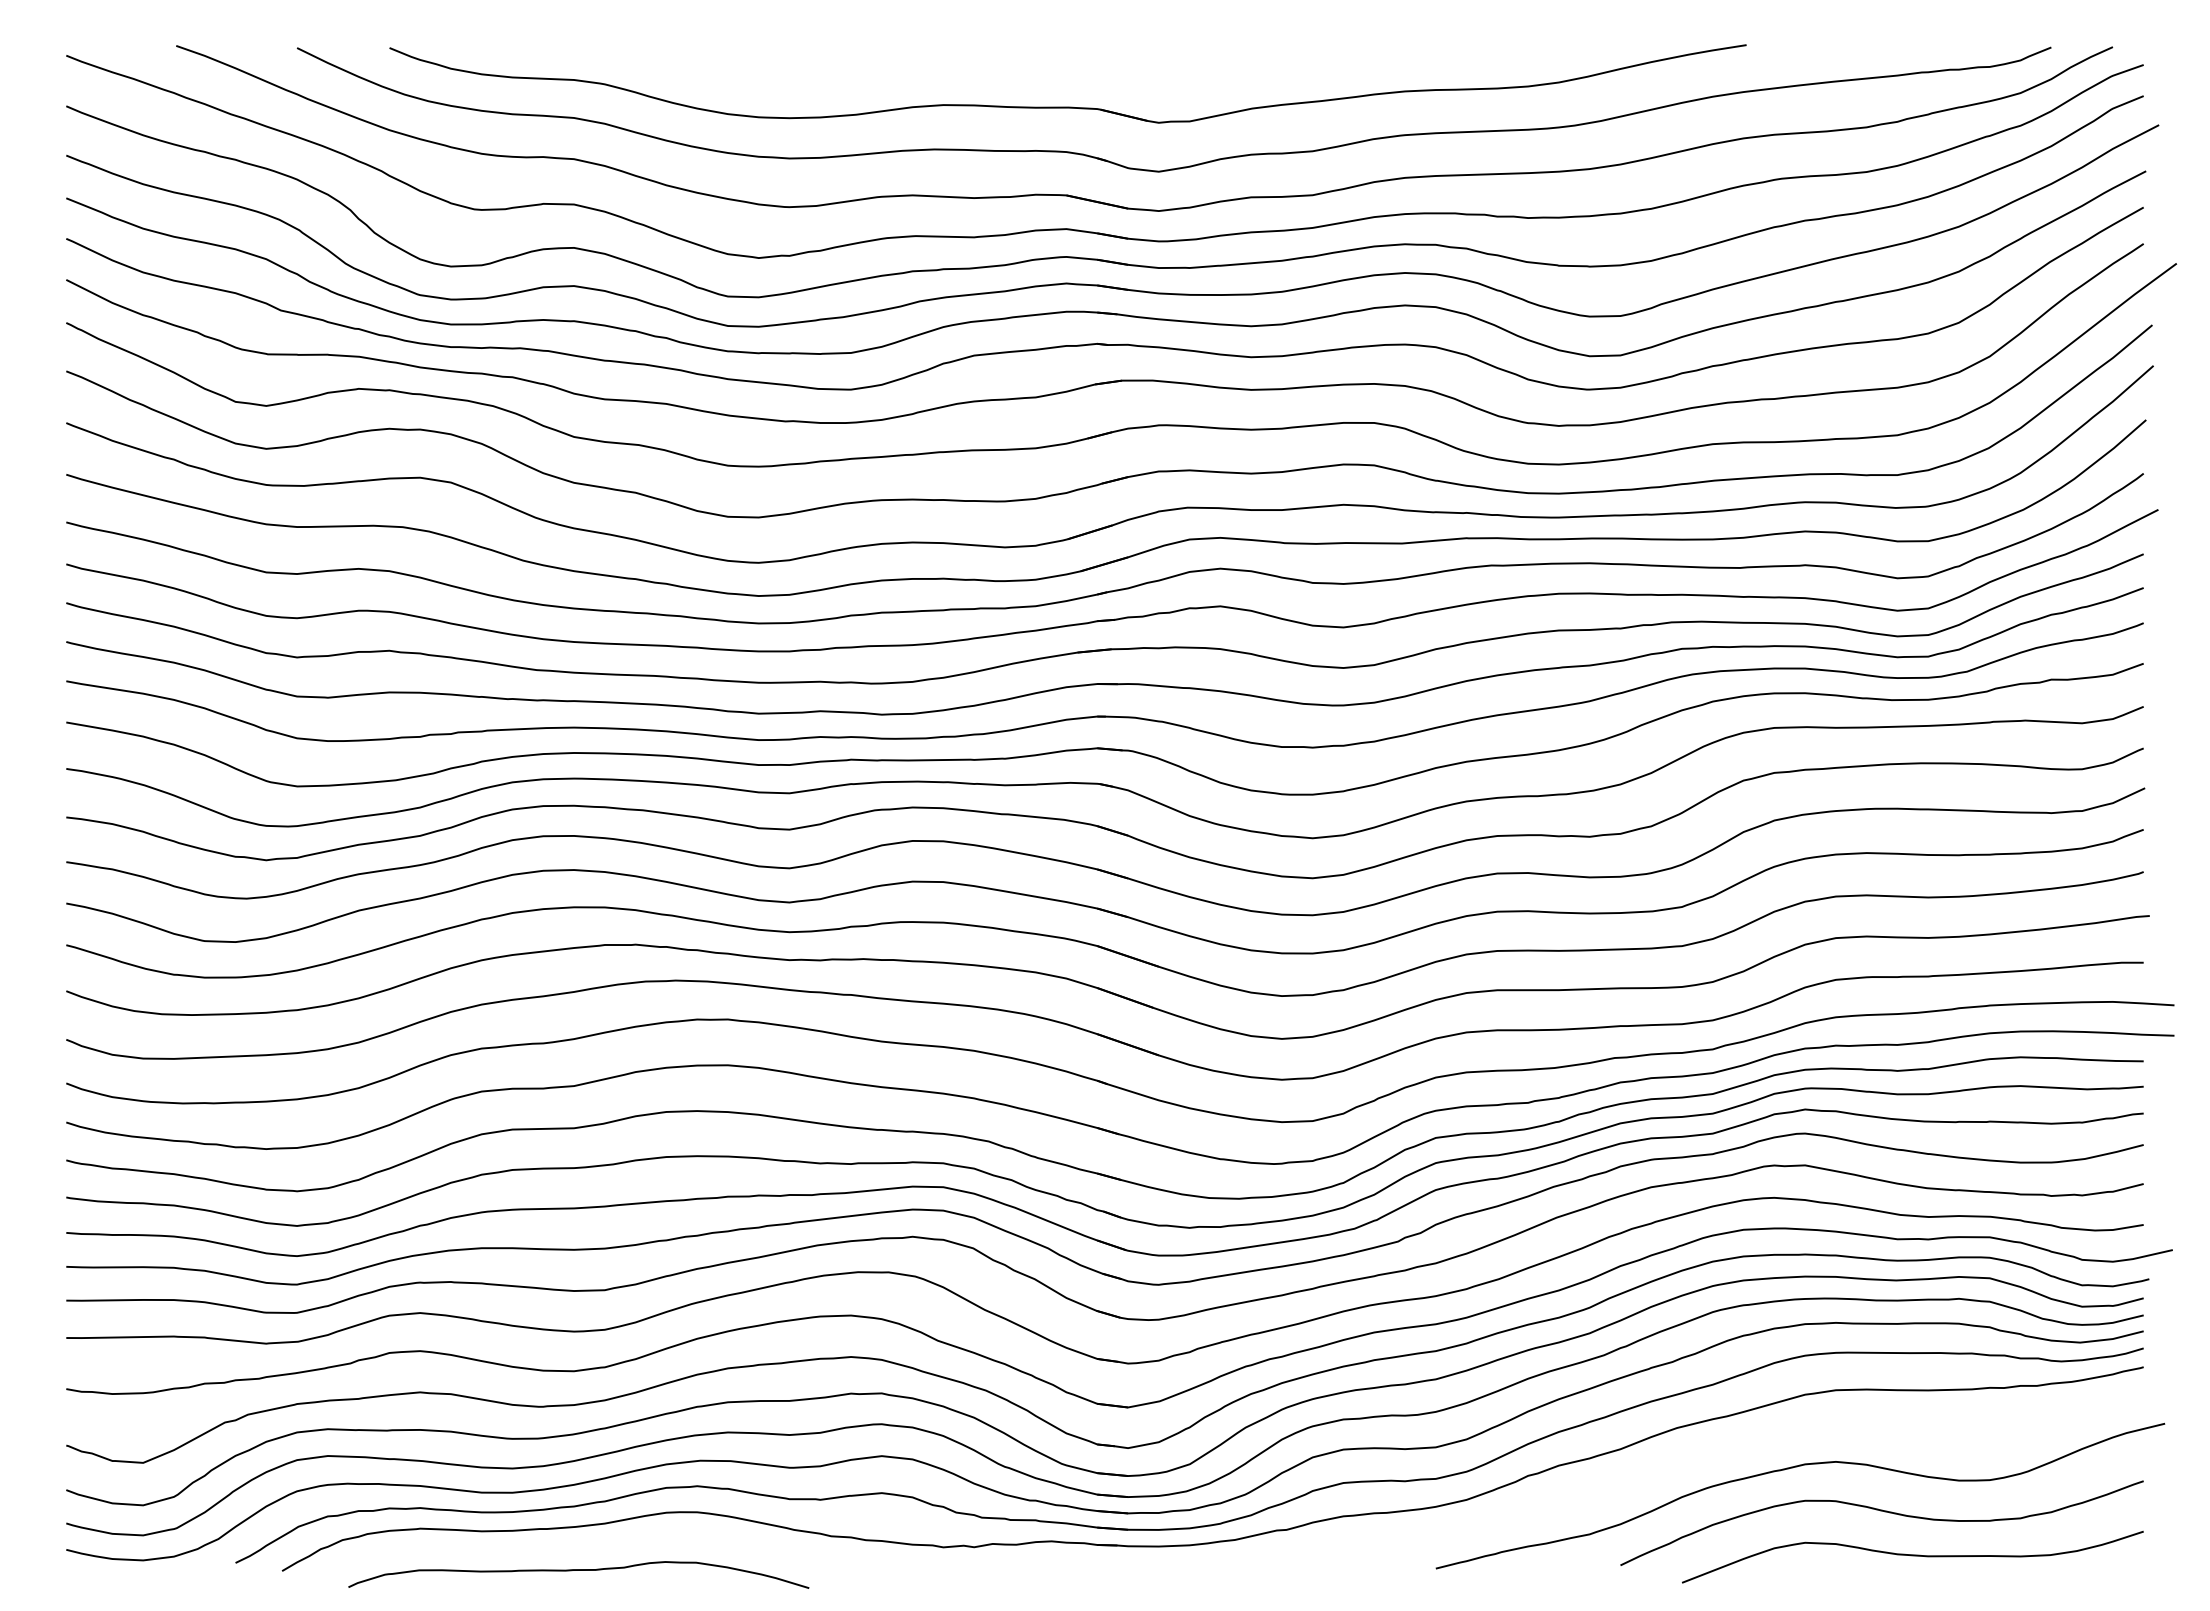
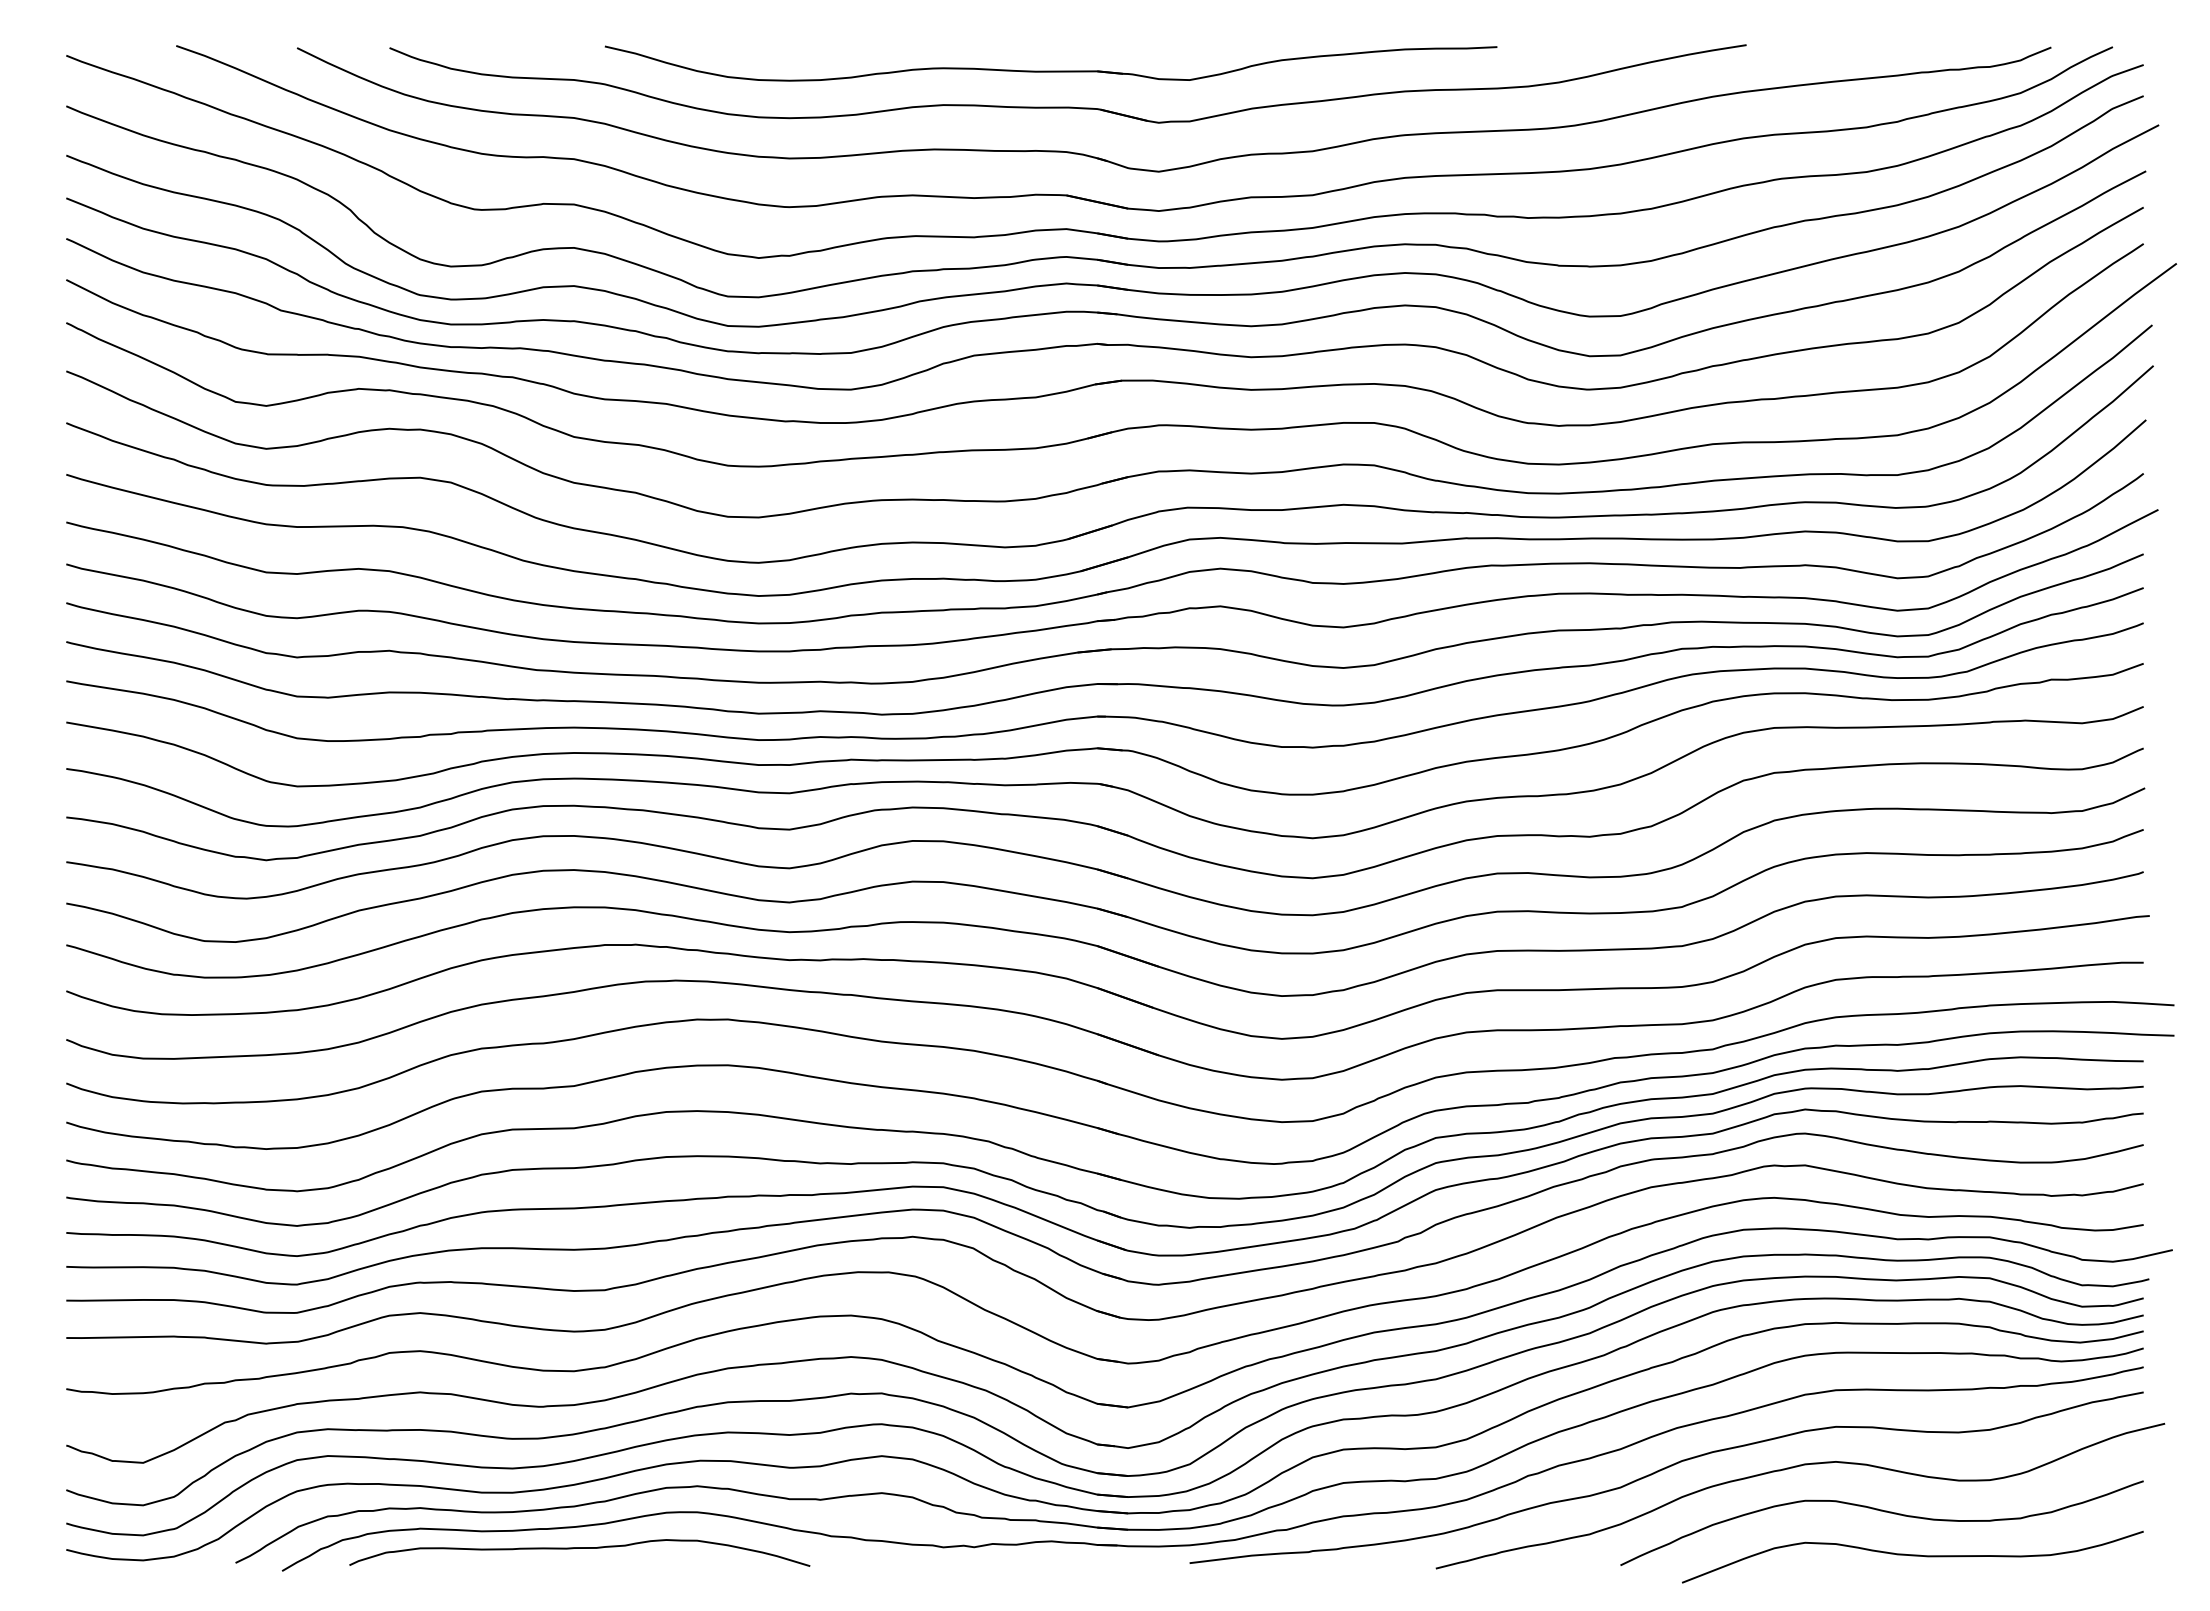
part at (1050, 70): none -> present
curve at (1665, 1469): none -> present
curve at (578, 1570) position: (578, 1570) -> (579, 1548)
